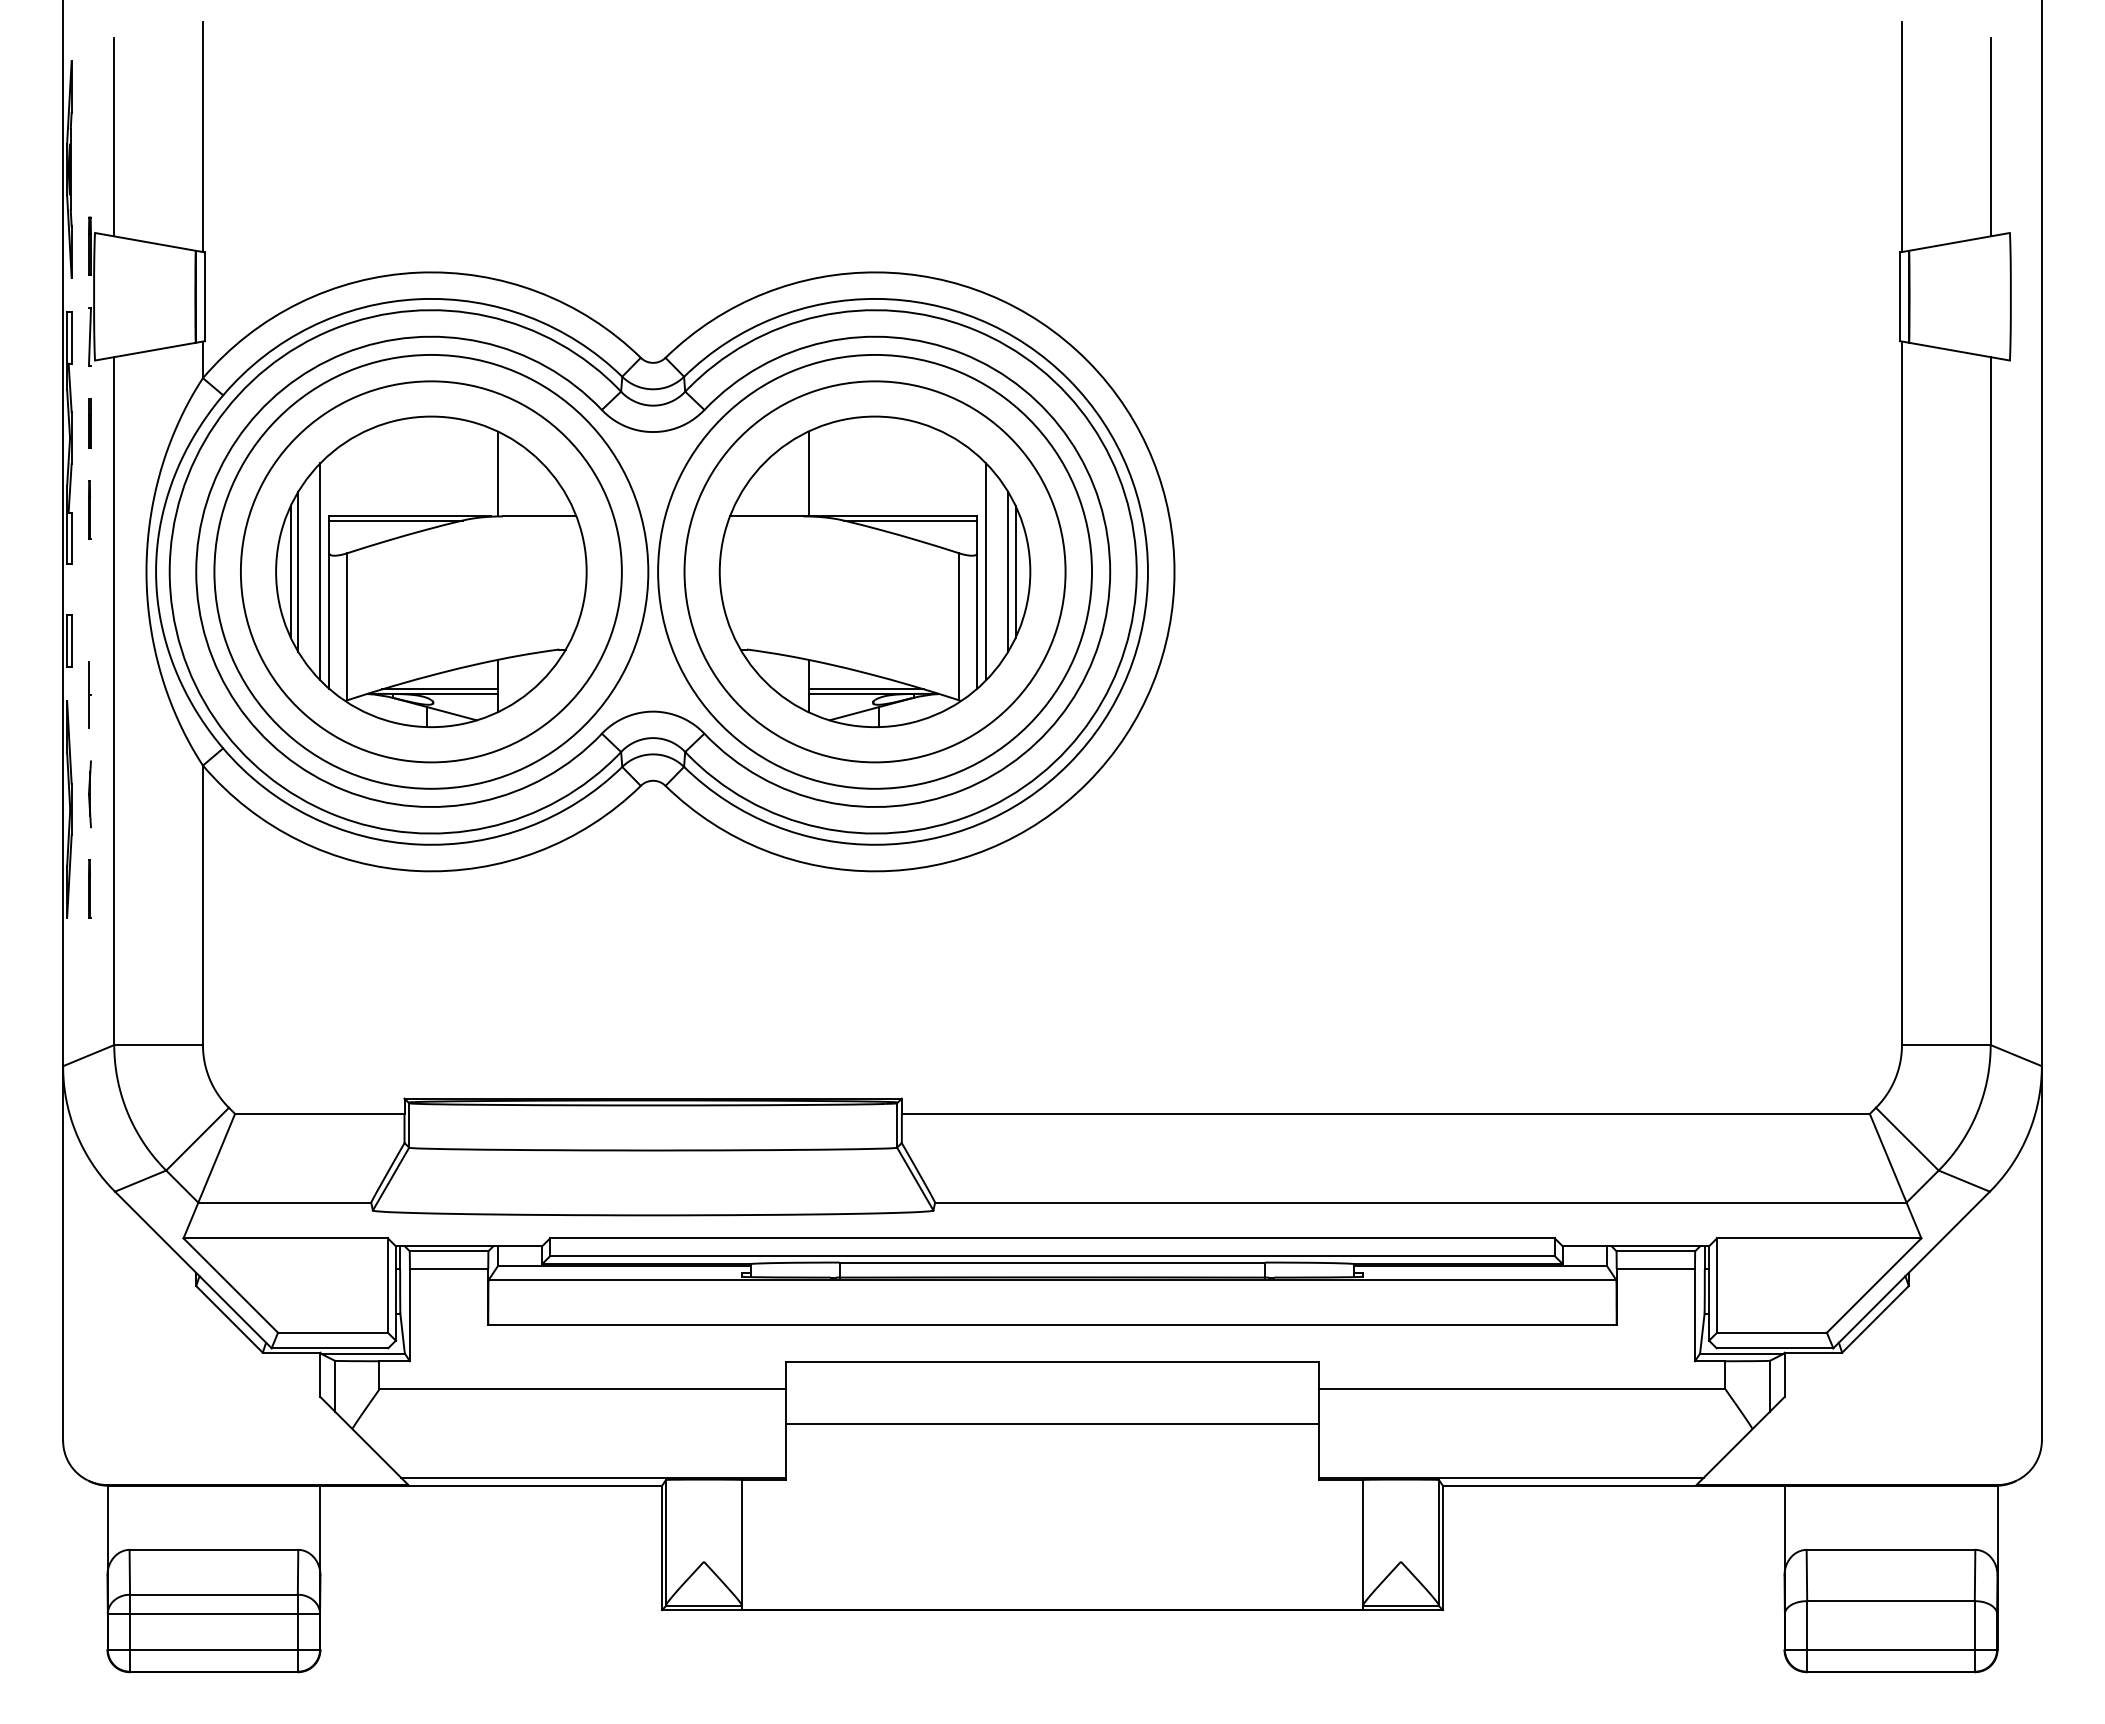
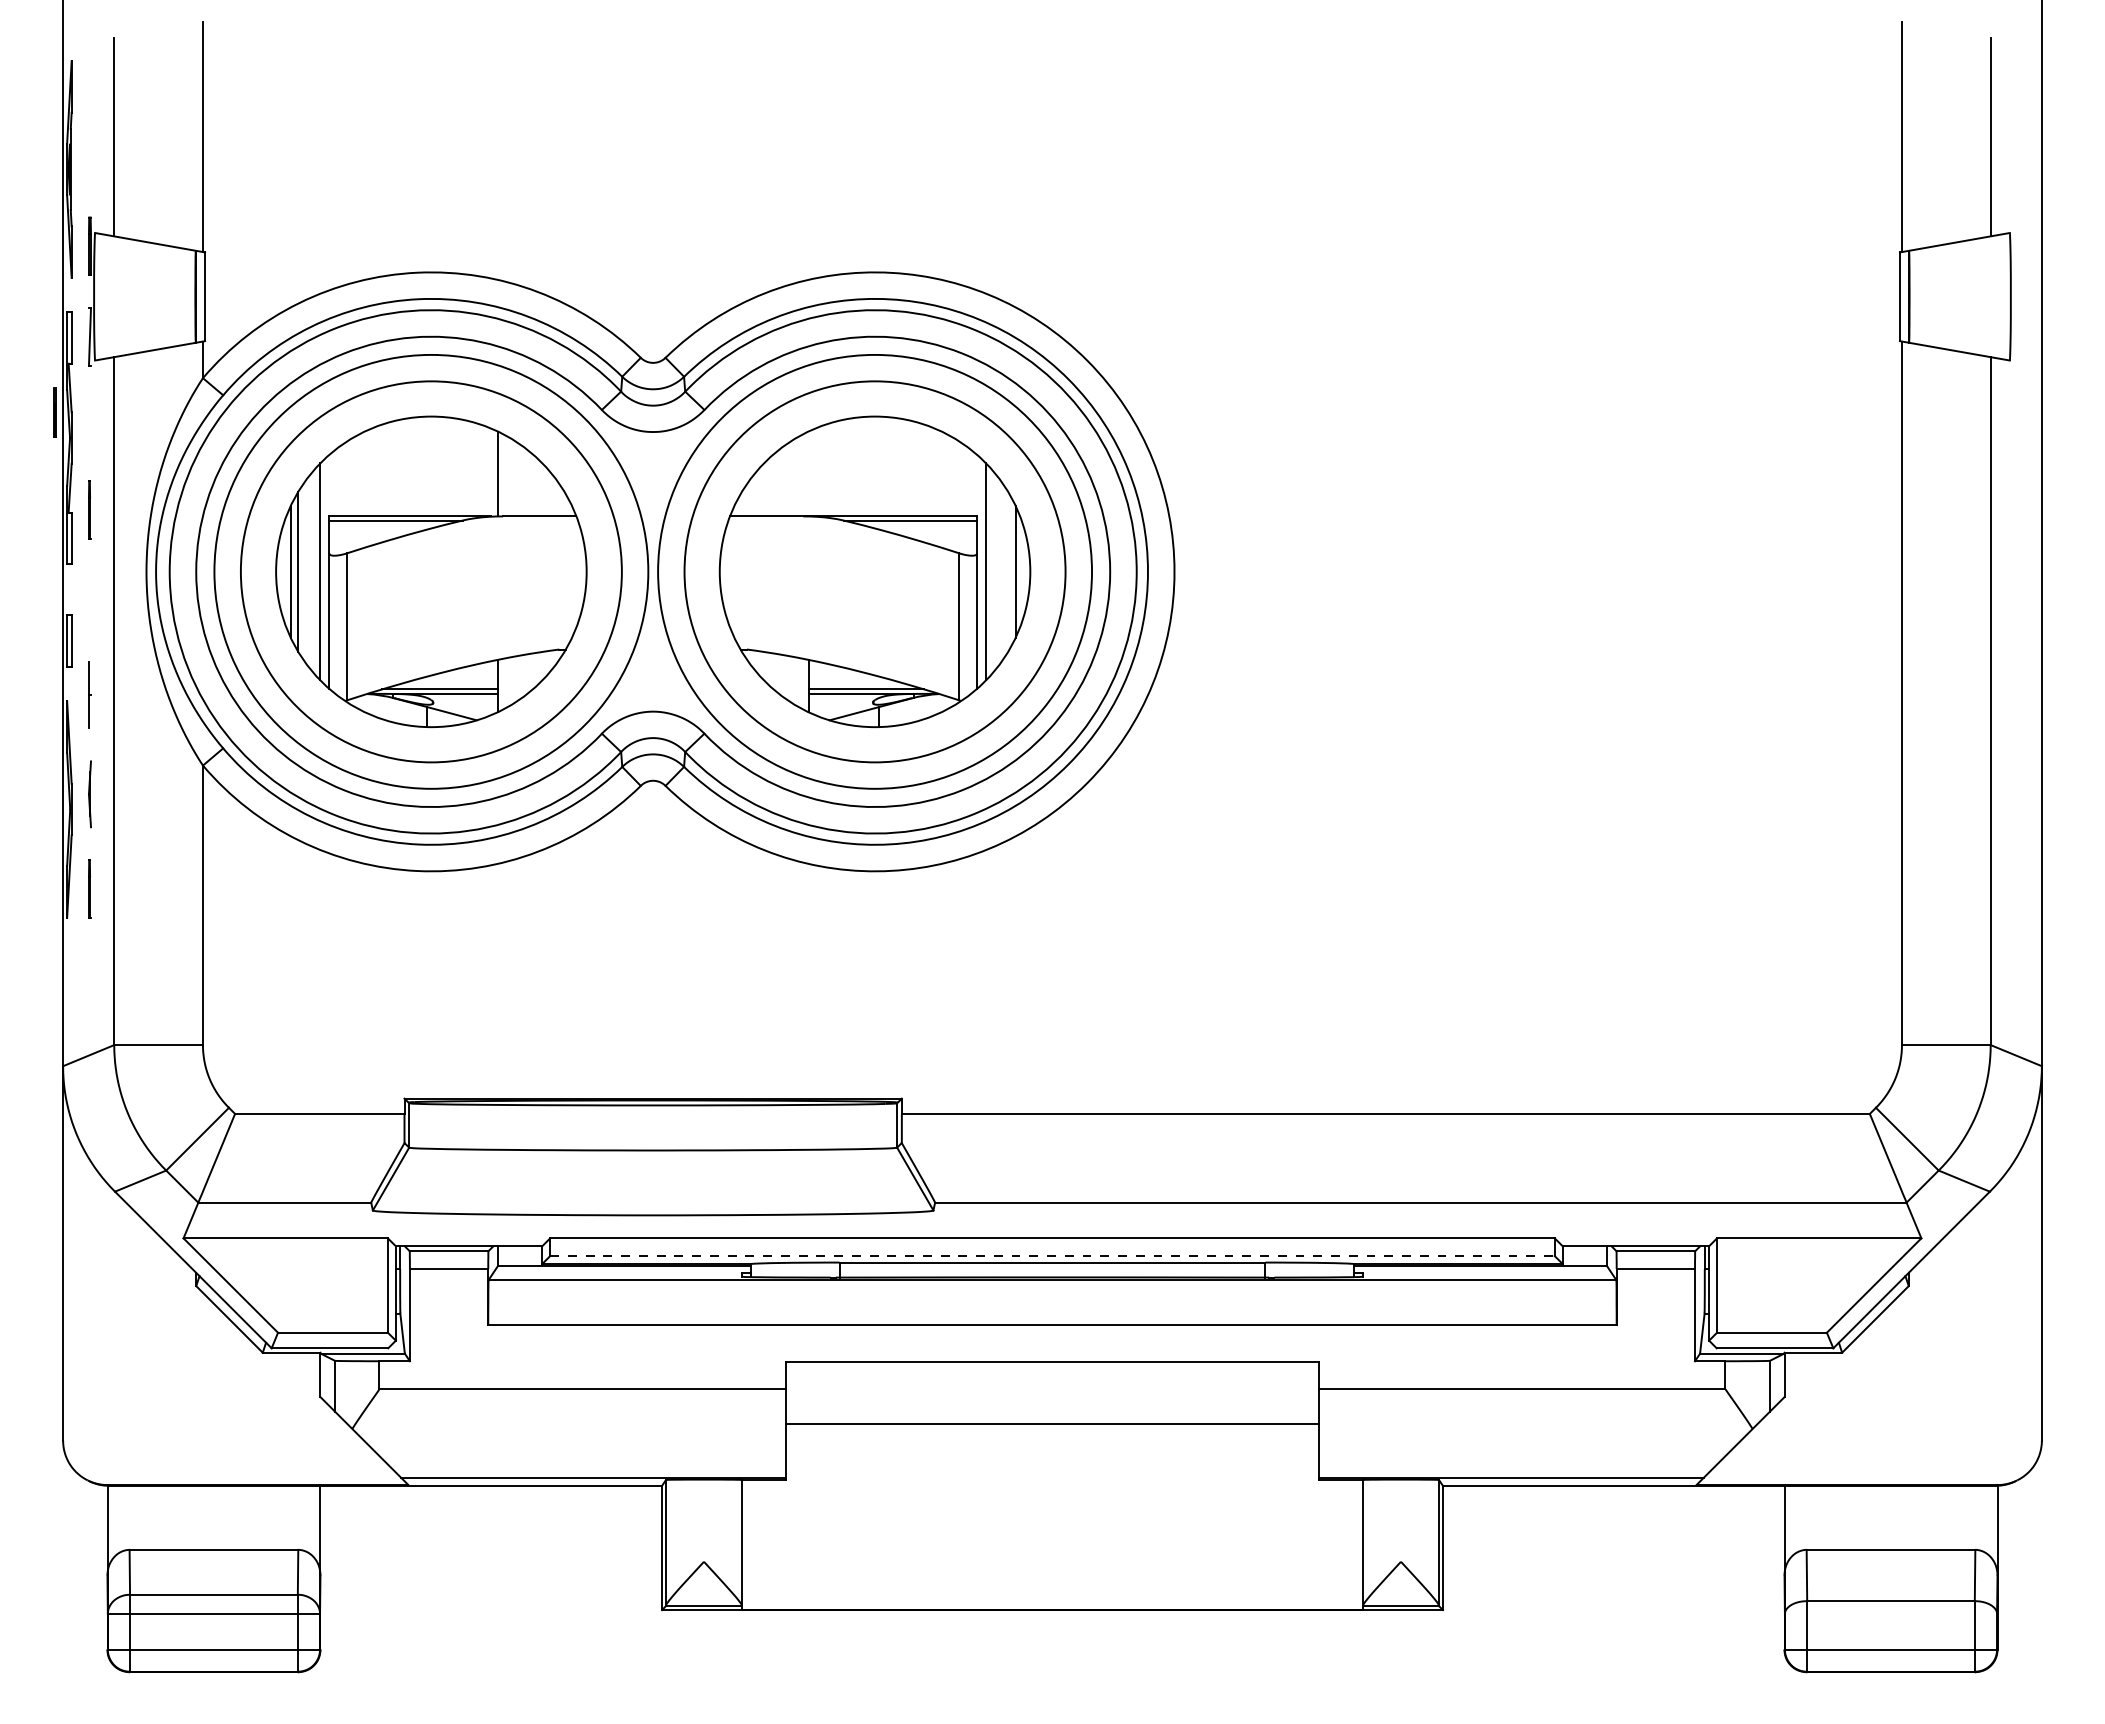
line at (89, 423) position: (89, 423) -> (54, 412)
line at (808, 473): present -> none
line at (1008, 571): present -> none
line at (1052, 1256): solid -> dashed
